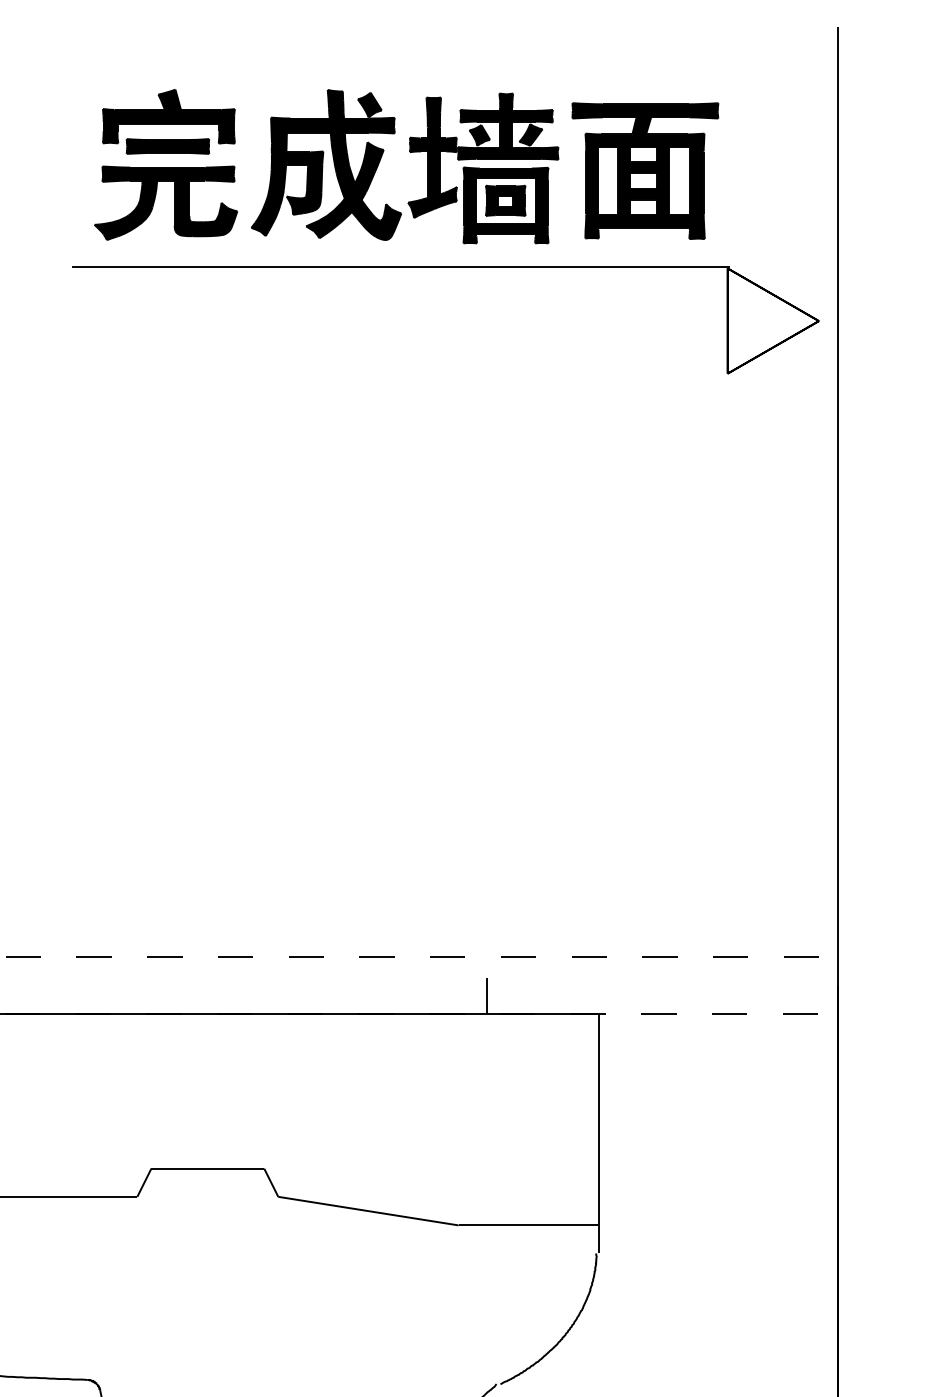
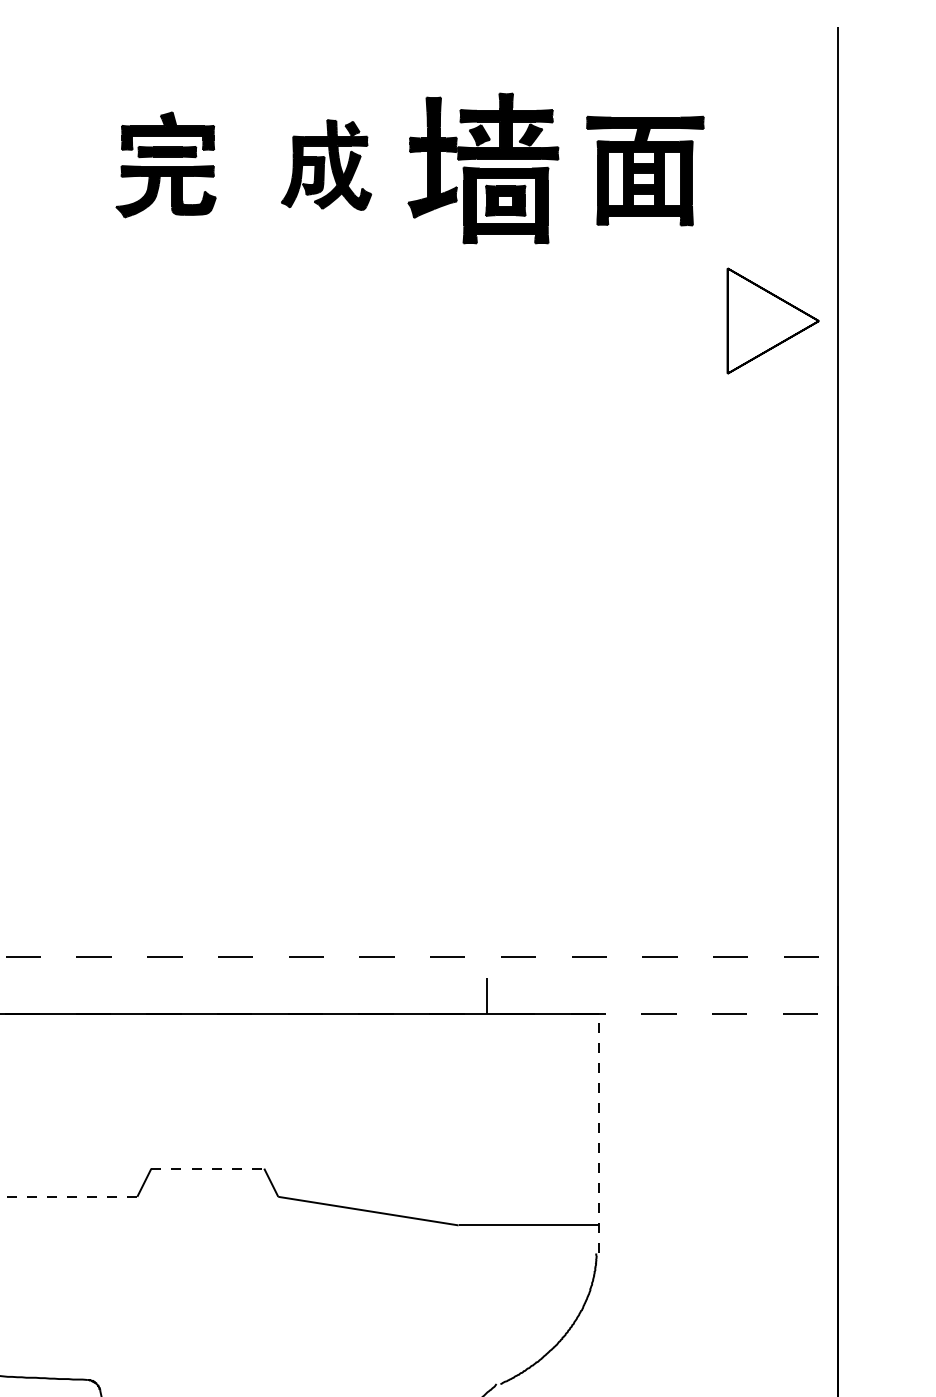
part at (165, 164) size: 144x152 px -> 102x108 px
part at (326, 164) size: 151x152 px -> 92x92 px
part at (645, 170) size: 149x138 px -> 119x112 px
line at (400, 266): present -> none
line at (599, 1133): solid -> dashed
line at (208, 1168): solid -> dashed
line at (69, 1196): solid -> dashed
